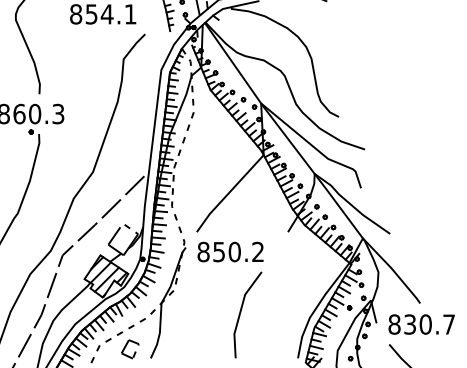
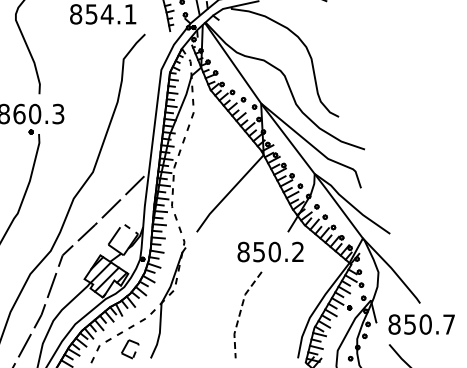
text at (230, 251) position: (230, 251) -> (270, 251)
line at (240, 312): solid -> dashed
text at (409, 324): 830.7 -> 850.7
